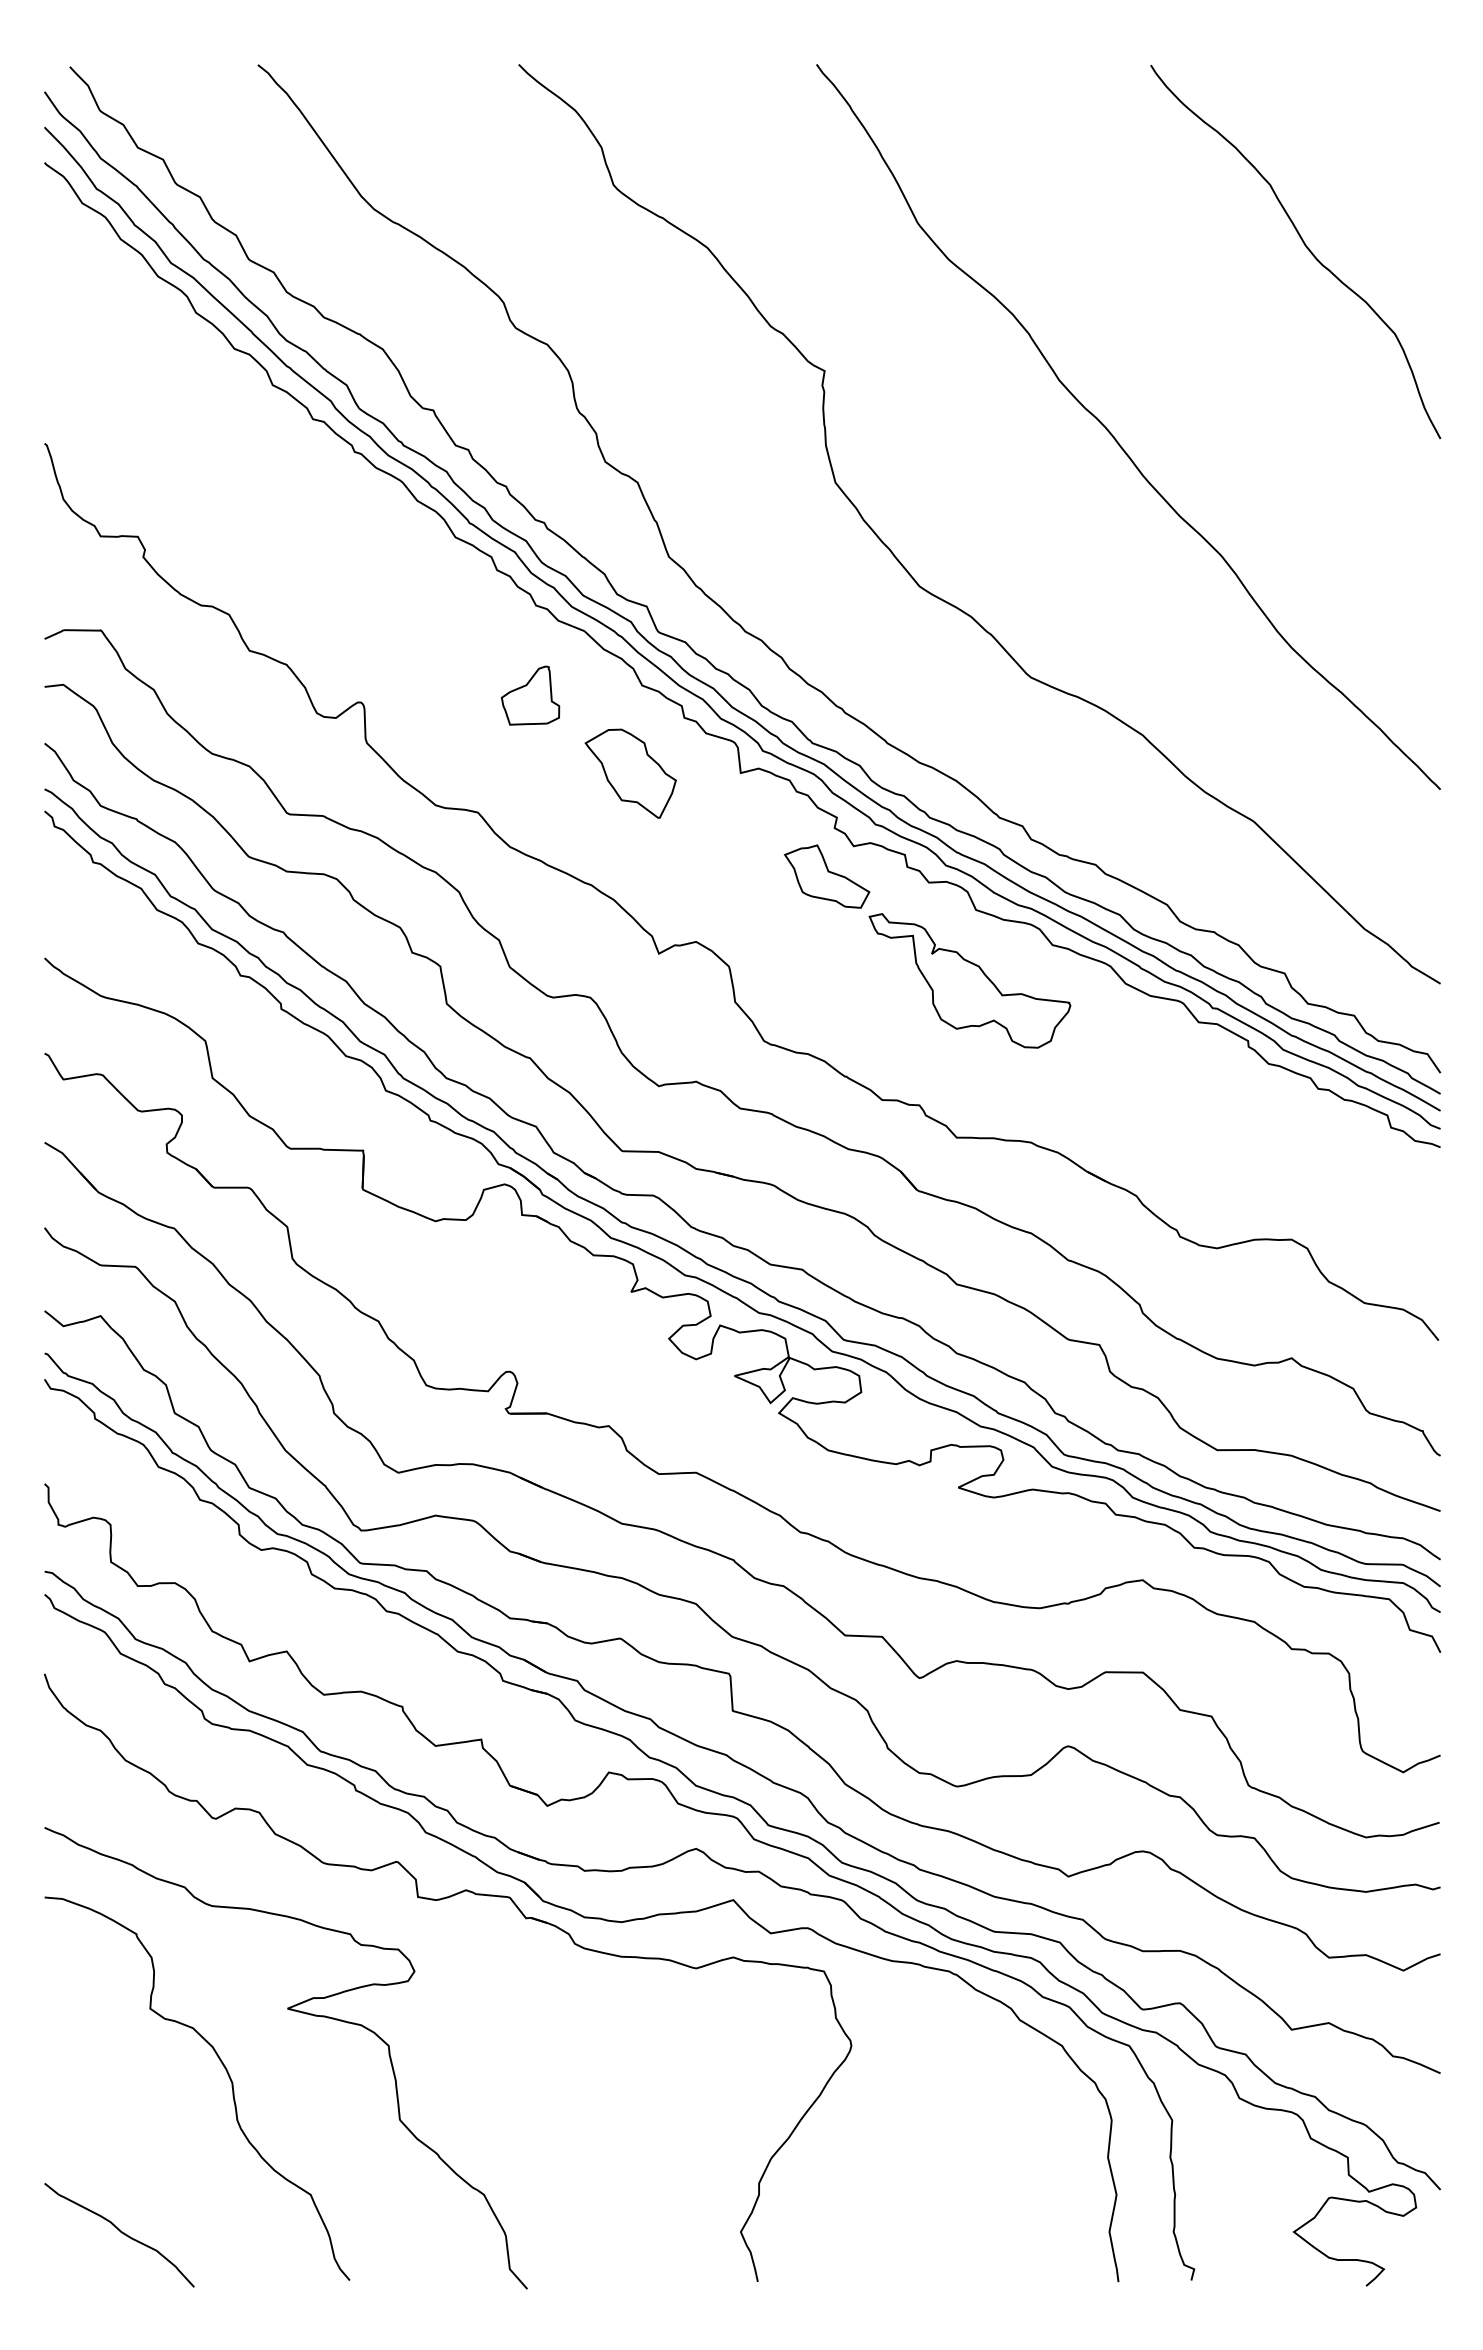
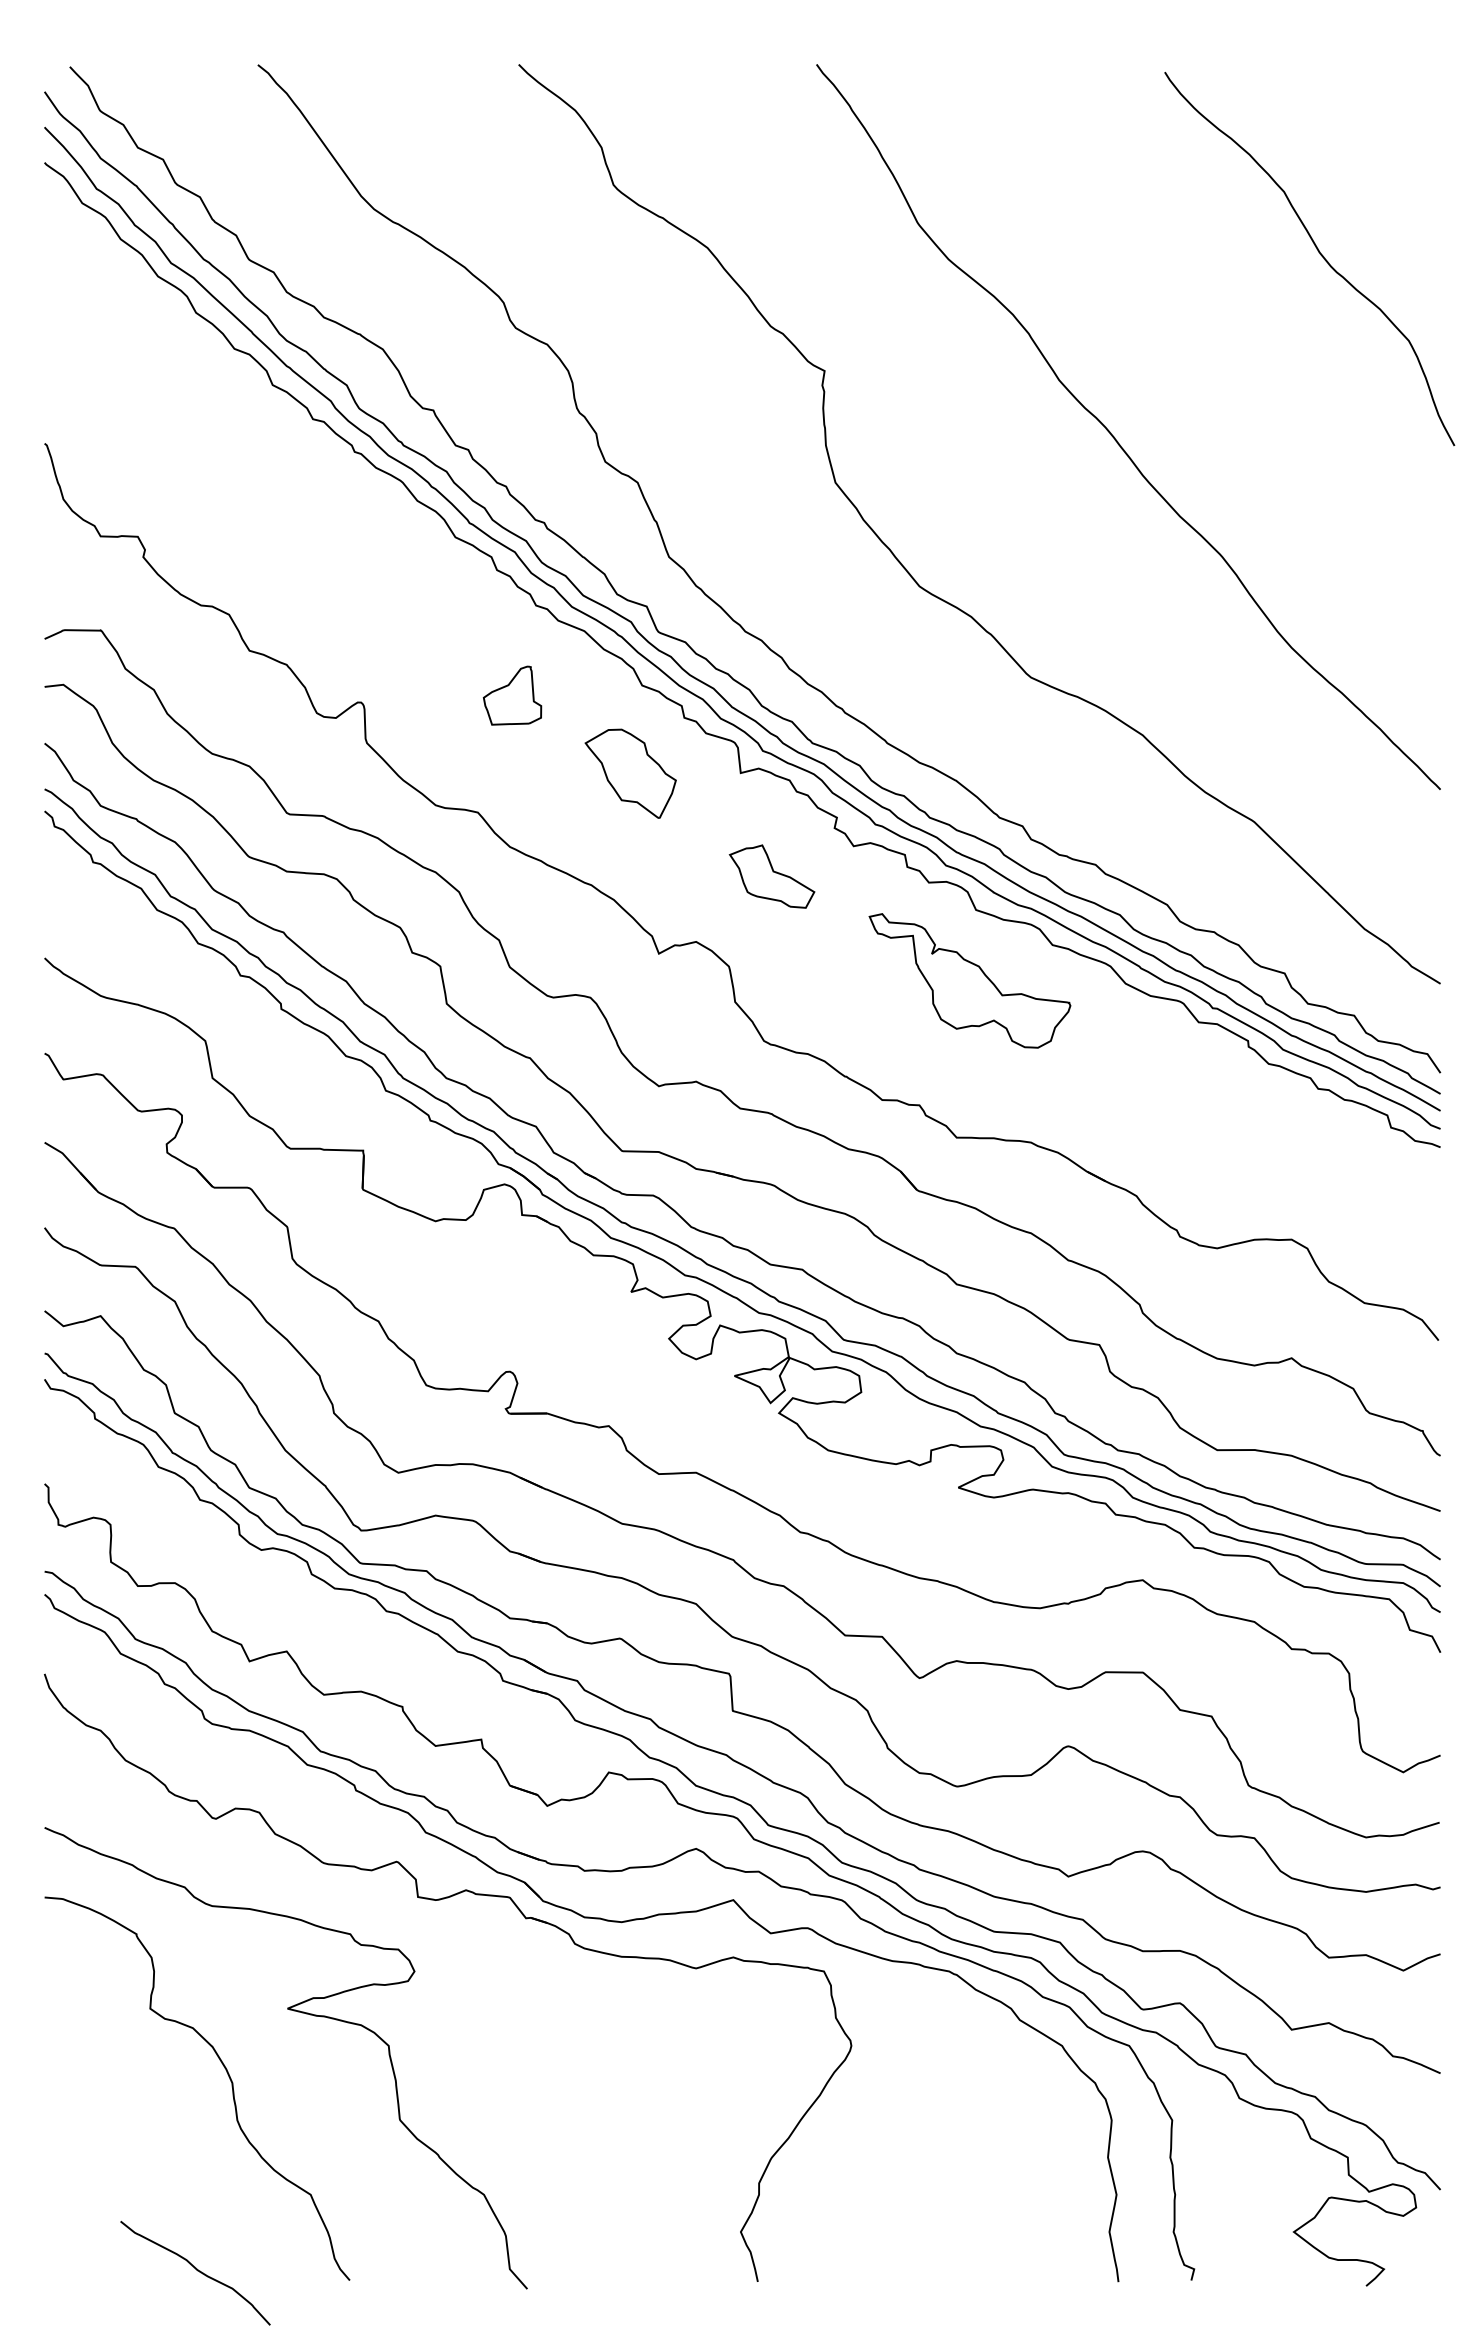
curve at (1304, 245) position: (1304, 245) -> (1318, 252)
part at (530, 695) position: (530, 695) -> (512, 695)
part at (826, 876) position: (826, 876) -> (771, 876)
curve at (121, 2233) position: (121, 2233) -> (197, 2271)
